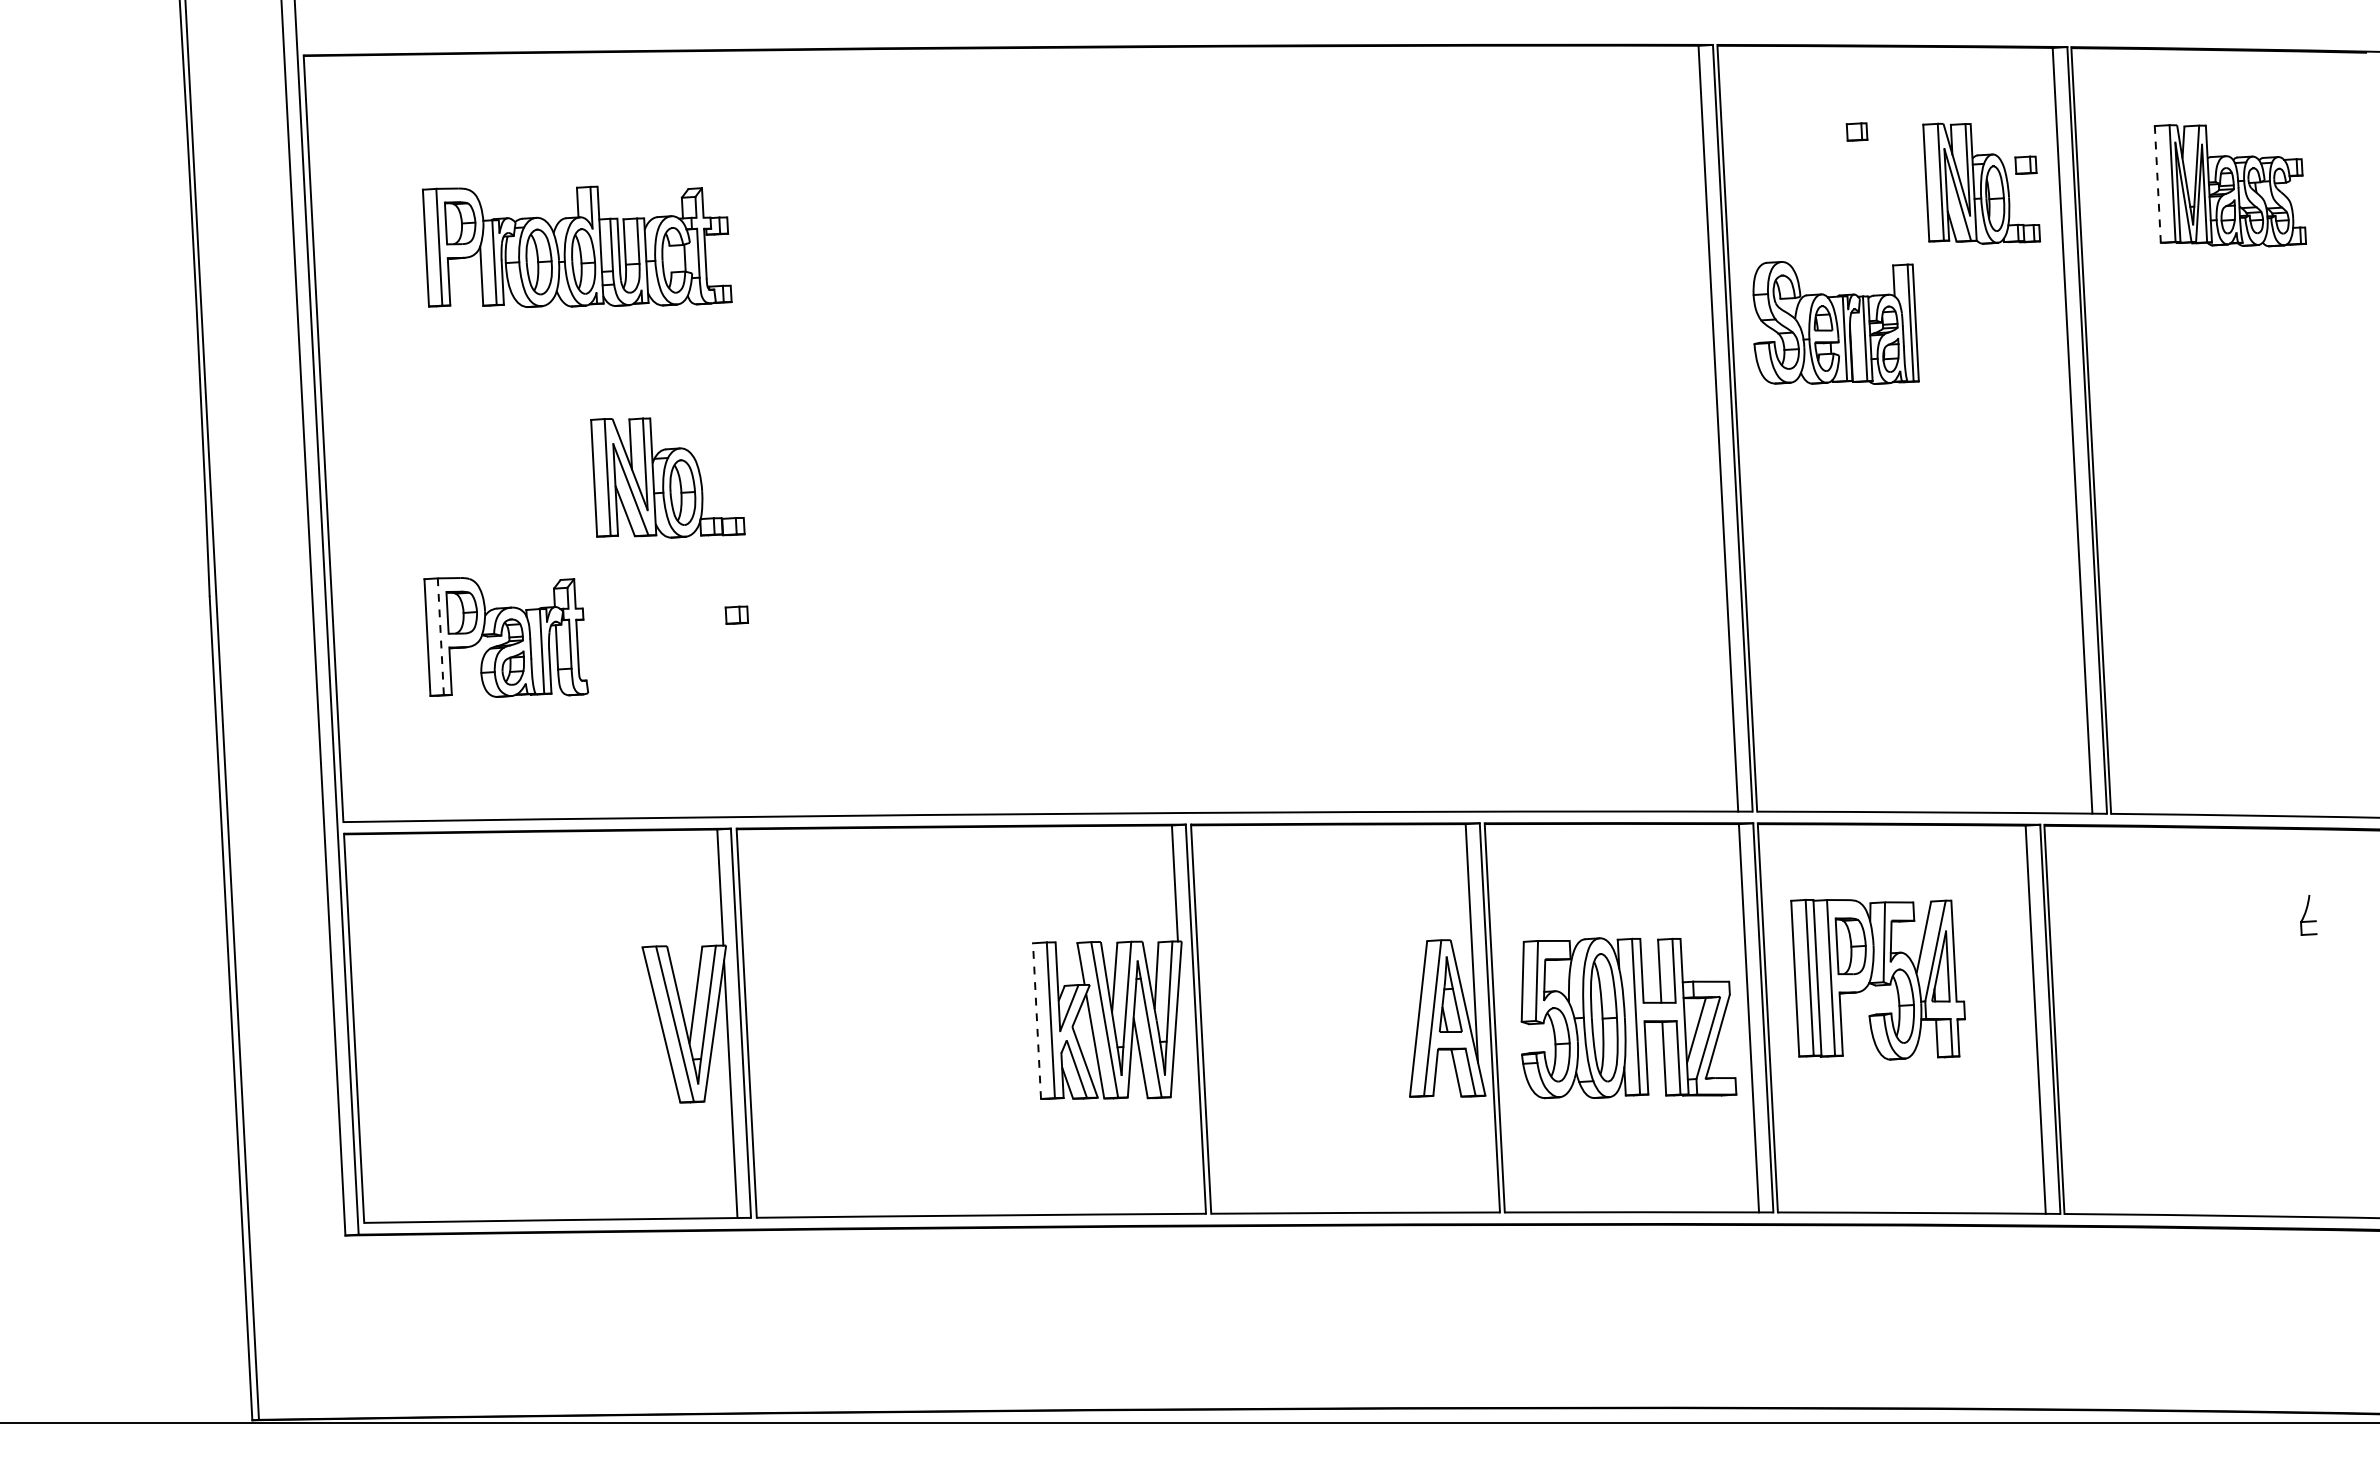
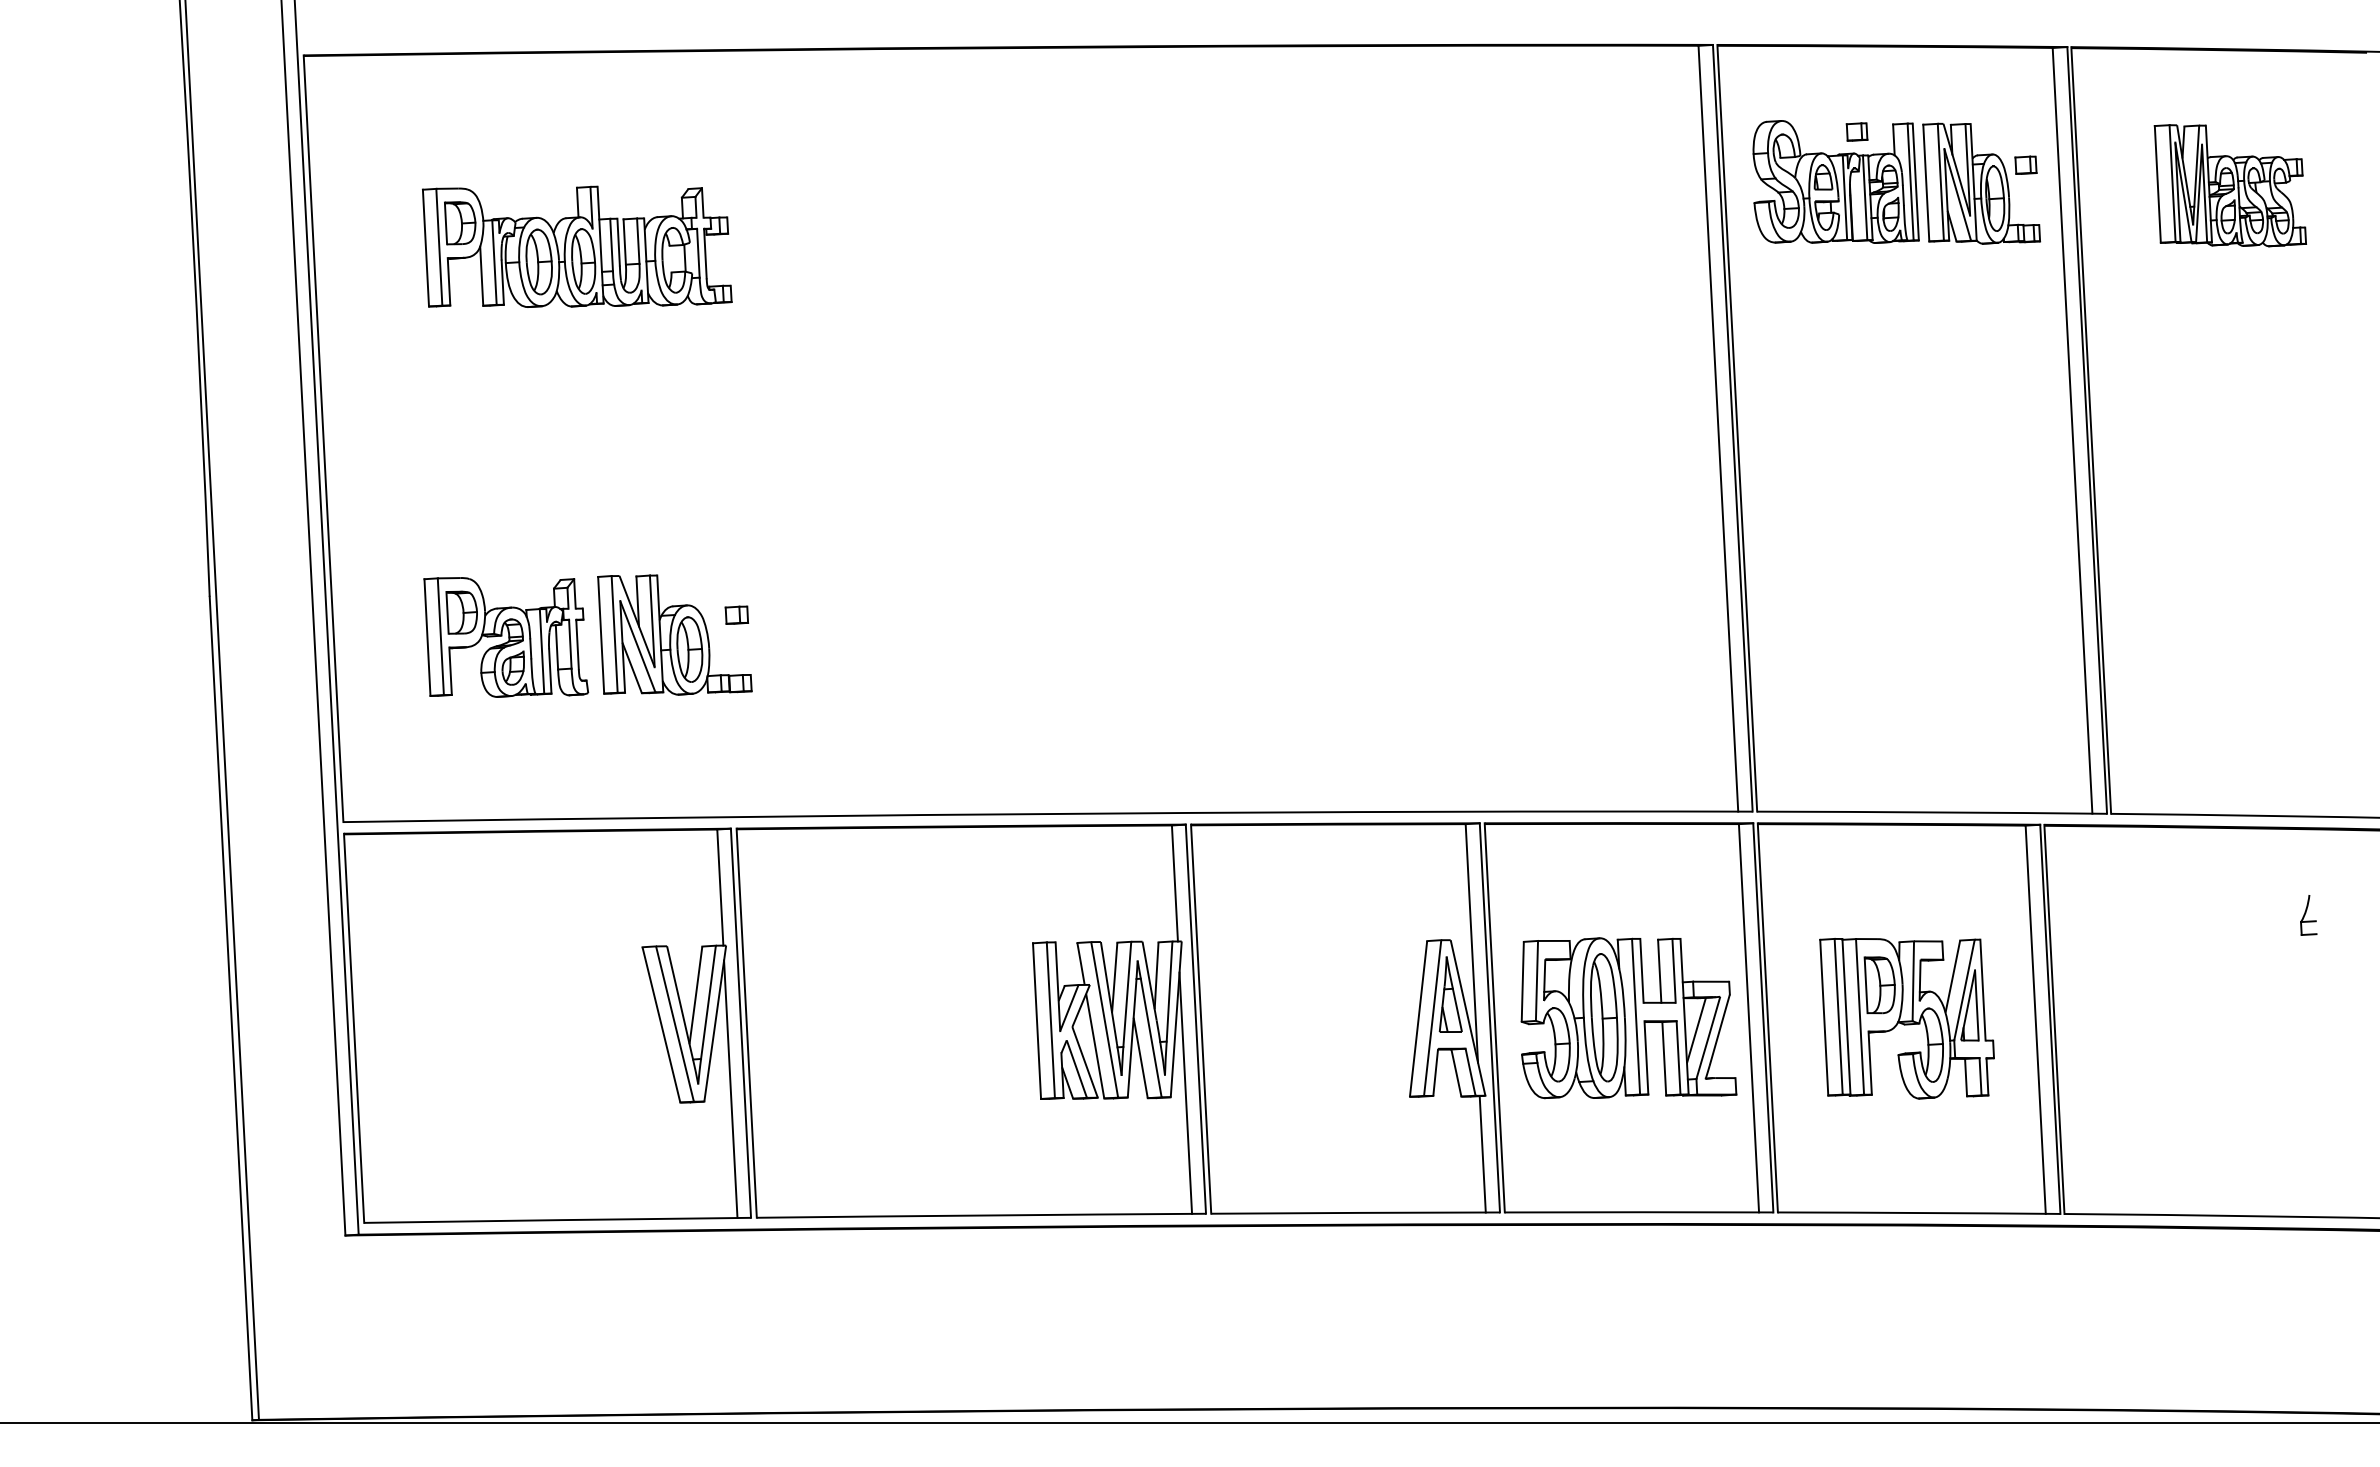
line at (2157, 183): dashed -> solid
part at (1835, 322) position: (1835, 322) -> (1835, 181)
part at (667, 477) position: (667, 477) -> (674, 634)
line at (440, 637): dashed -> solid
part at (1877, 979) position: (1877, 979) -> (1906, 1018)
line at (1037, 1021): dashed -> solid
line at (1185, 1092): none -> present
line at (1482, 1154): none -> present
